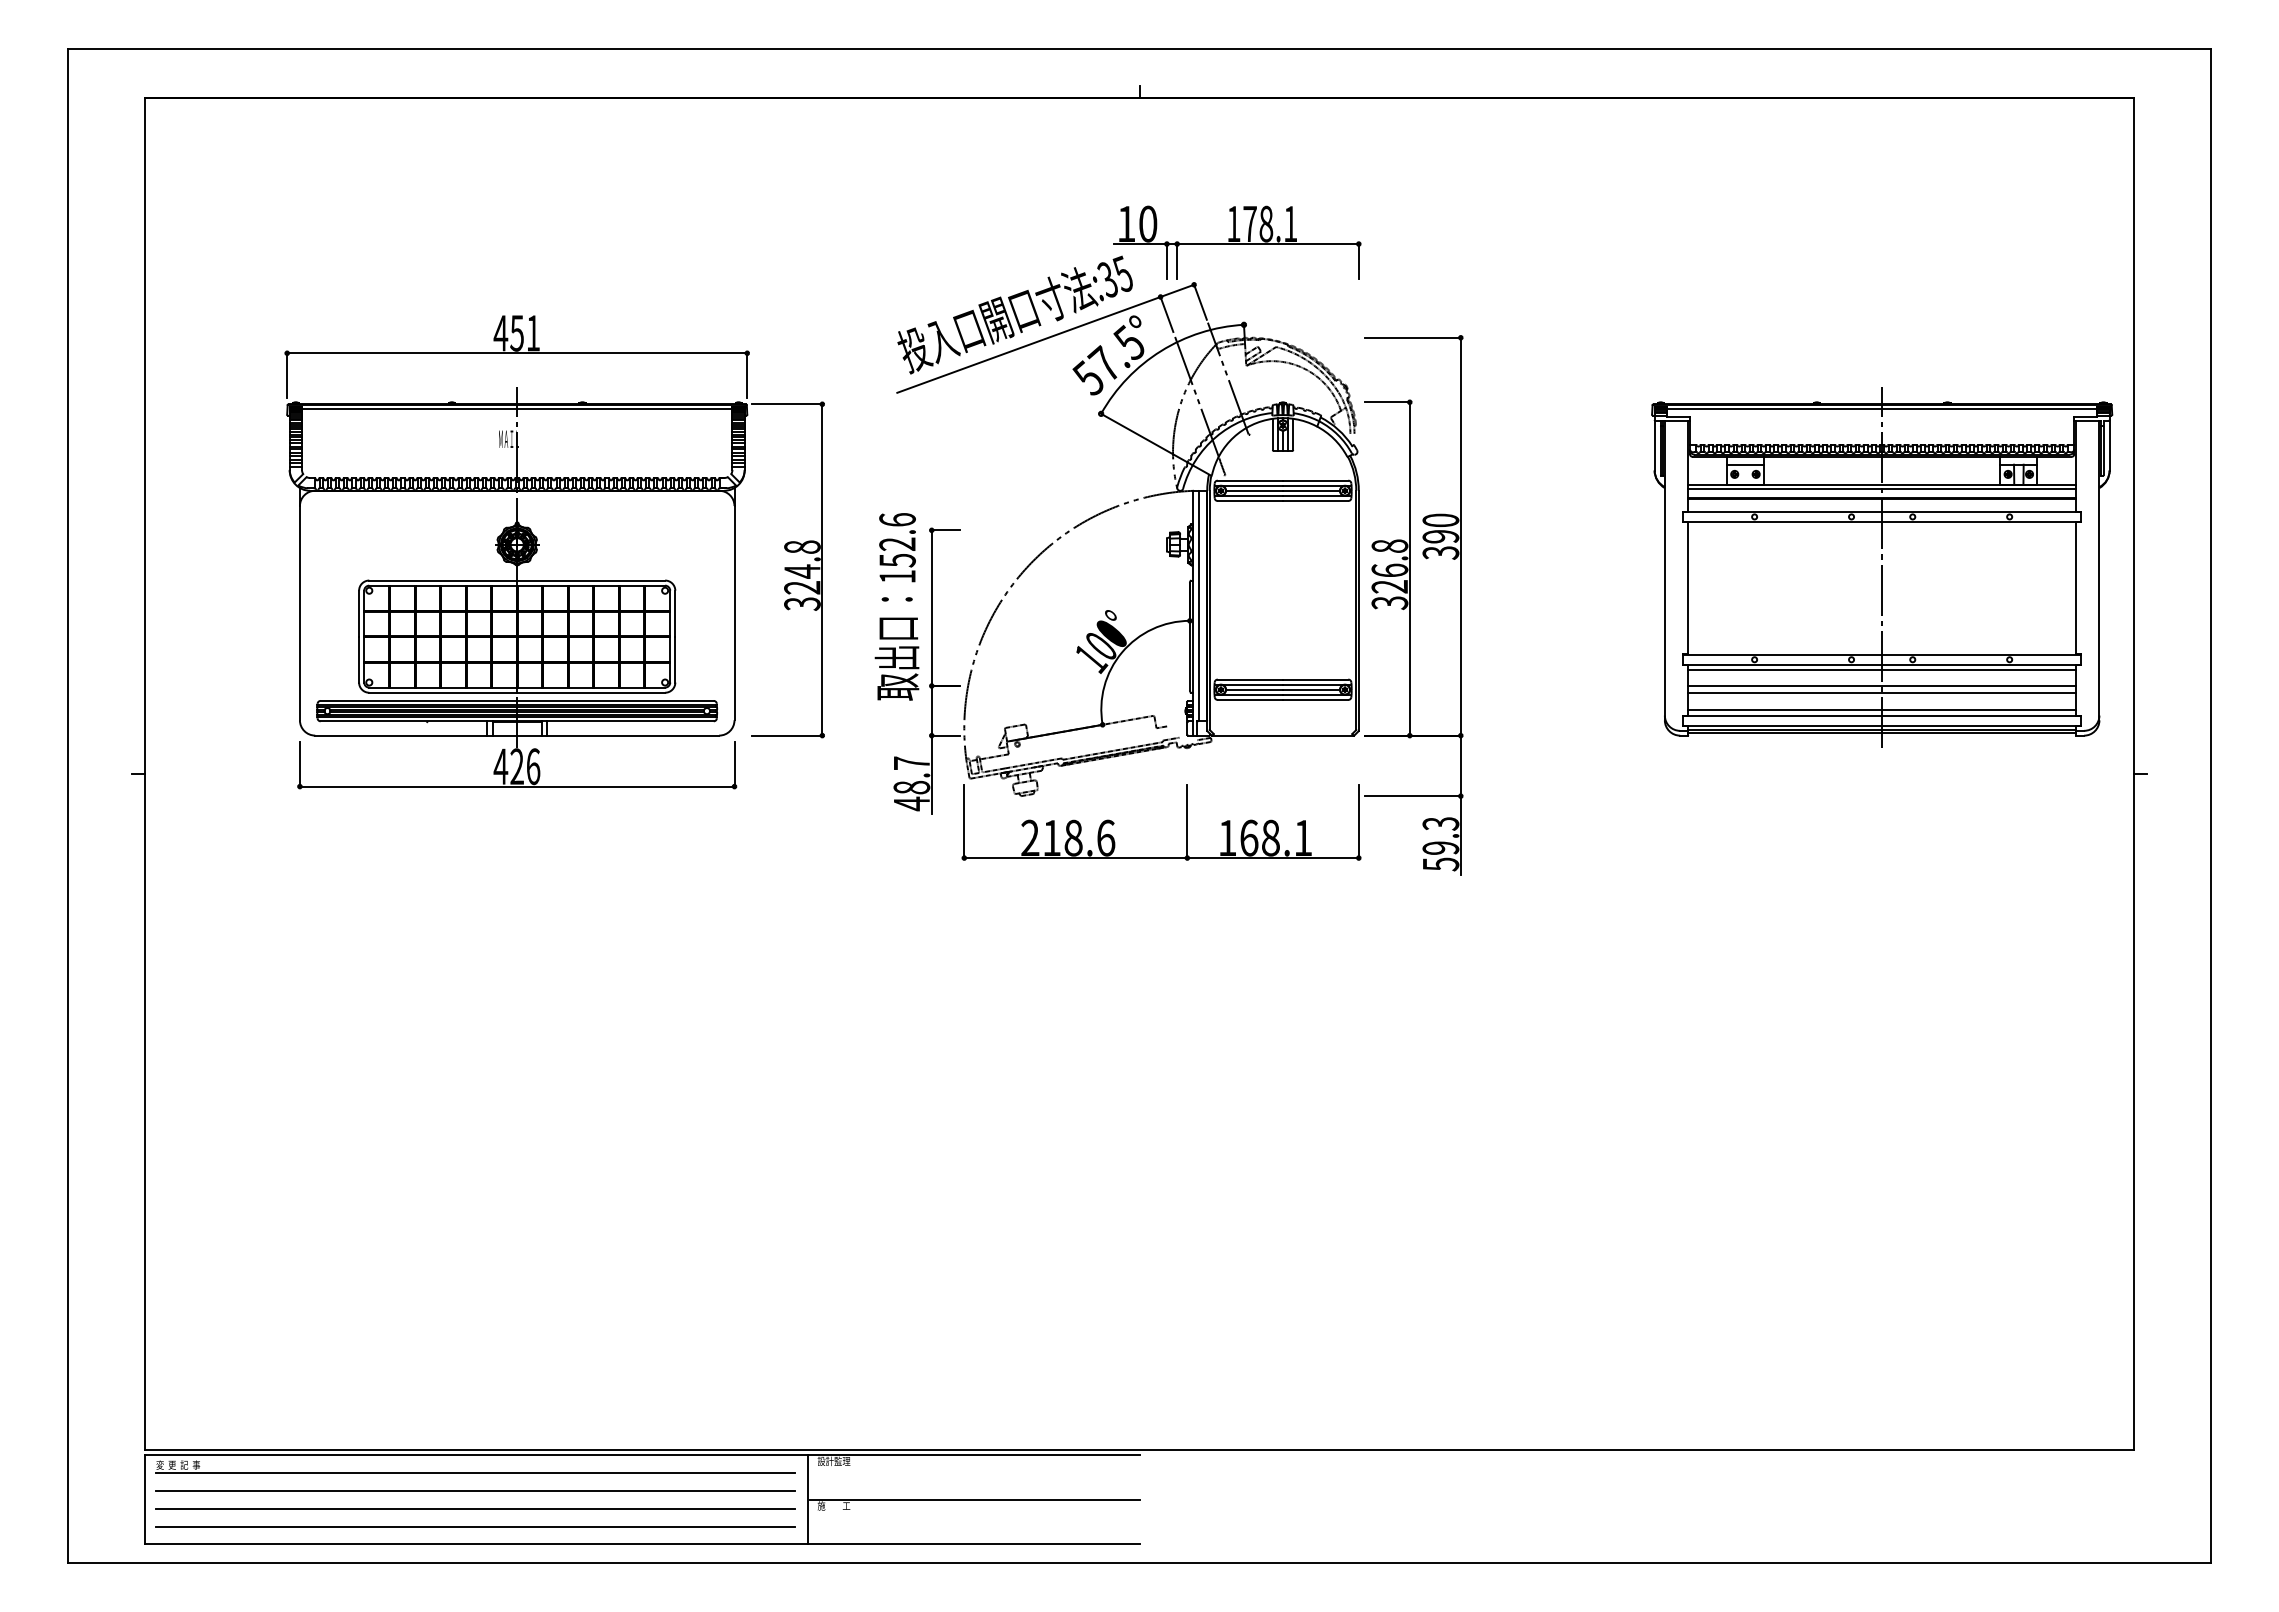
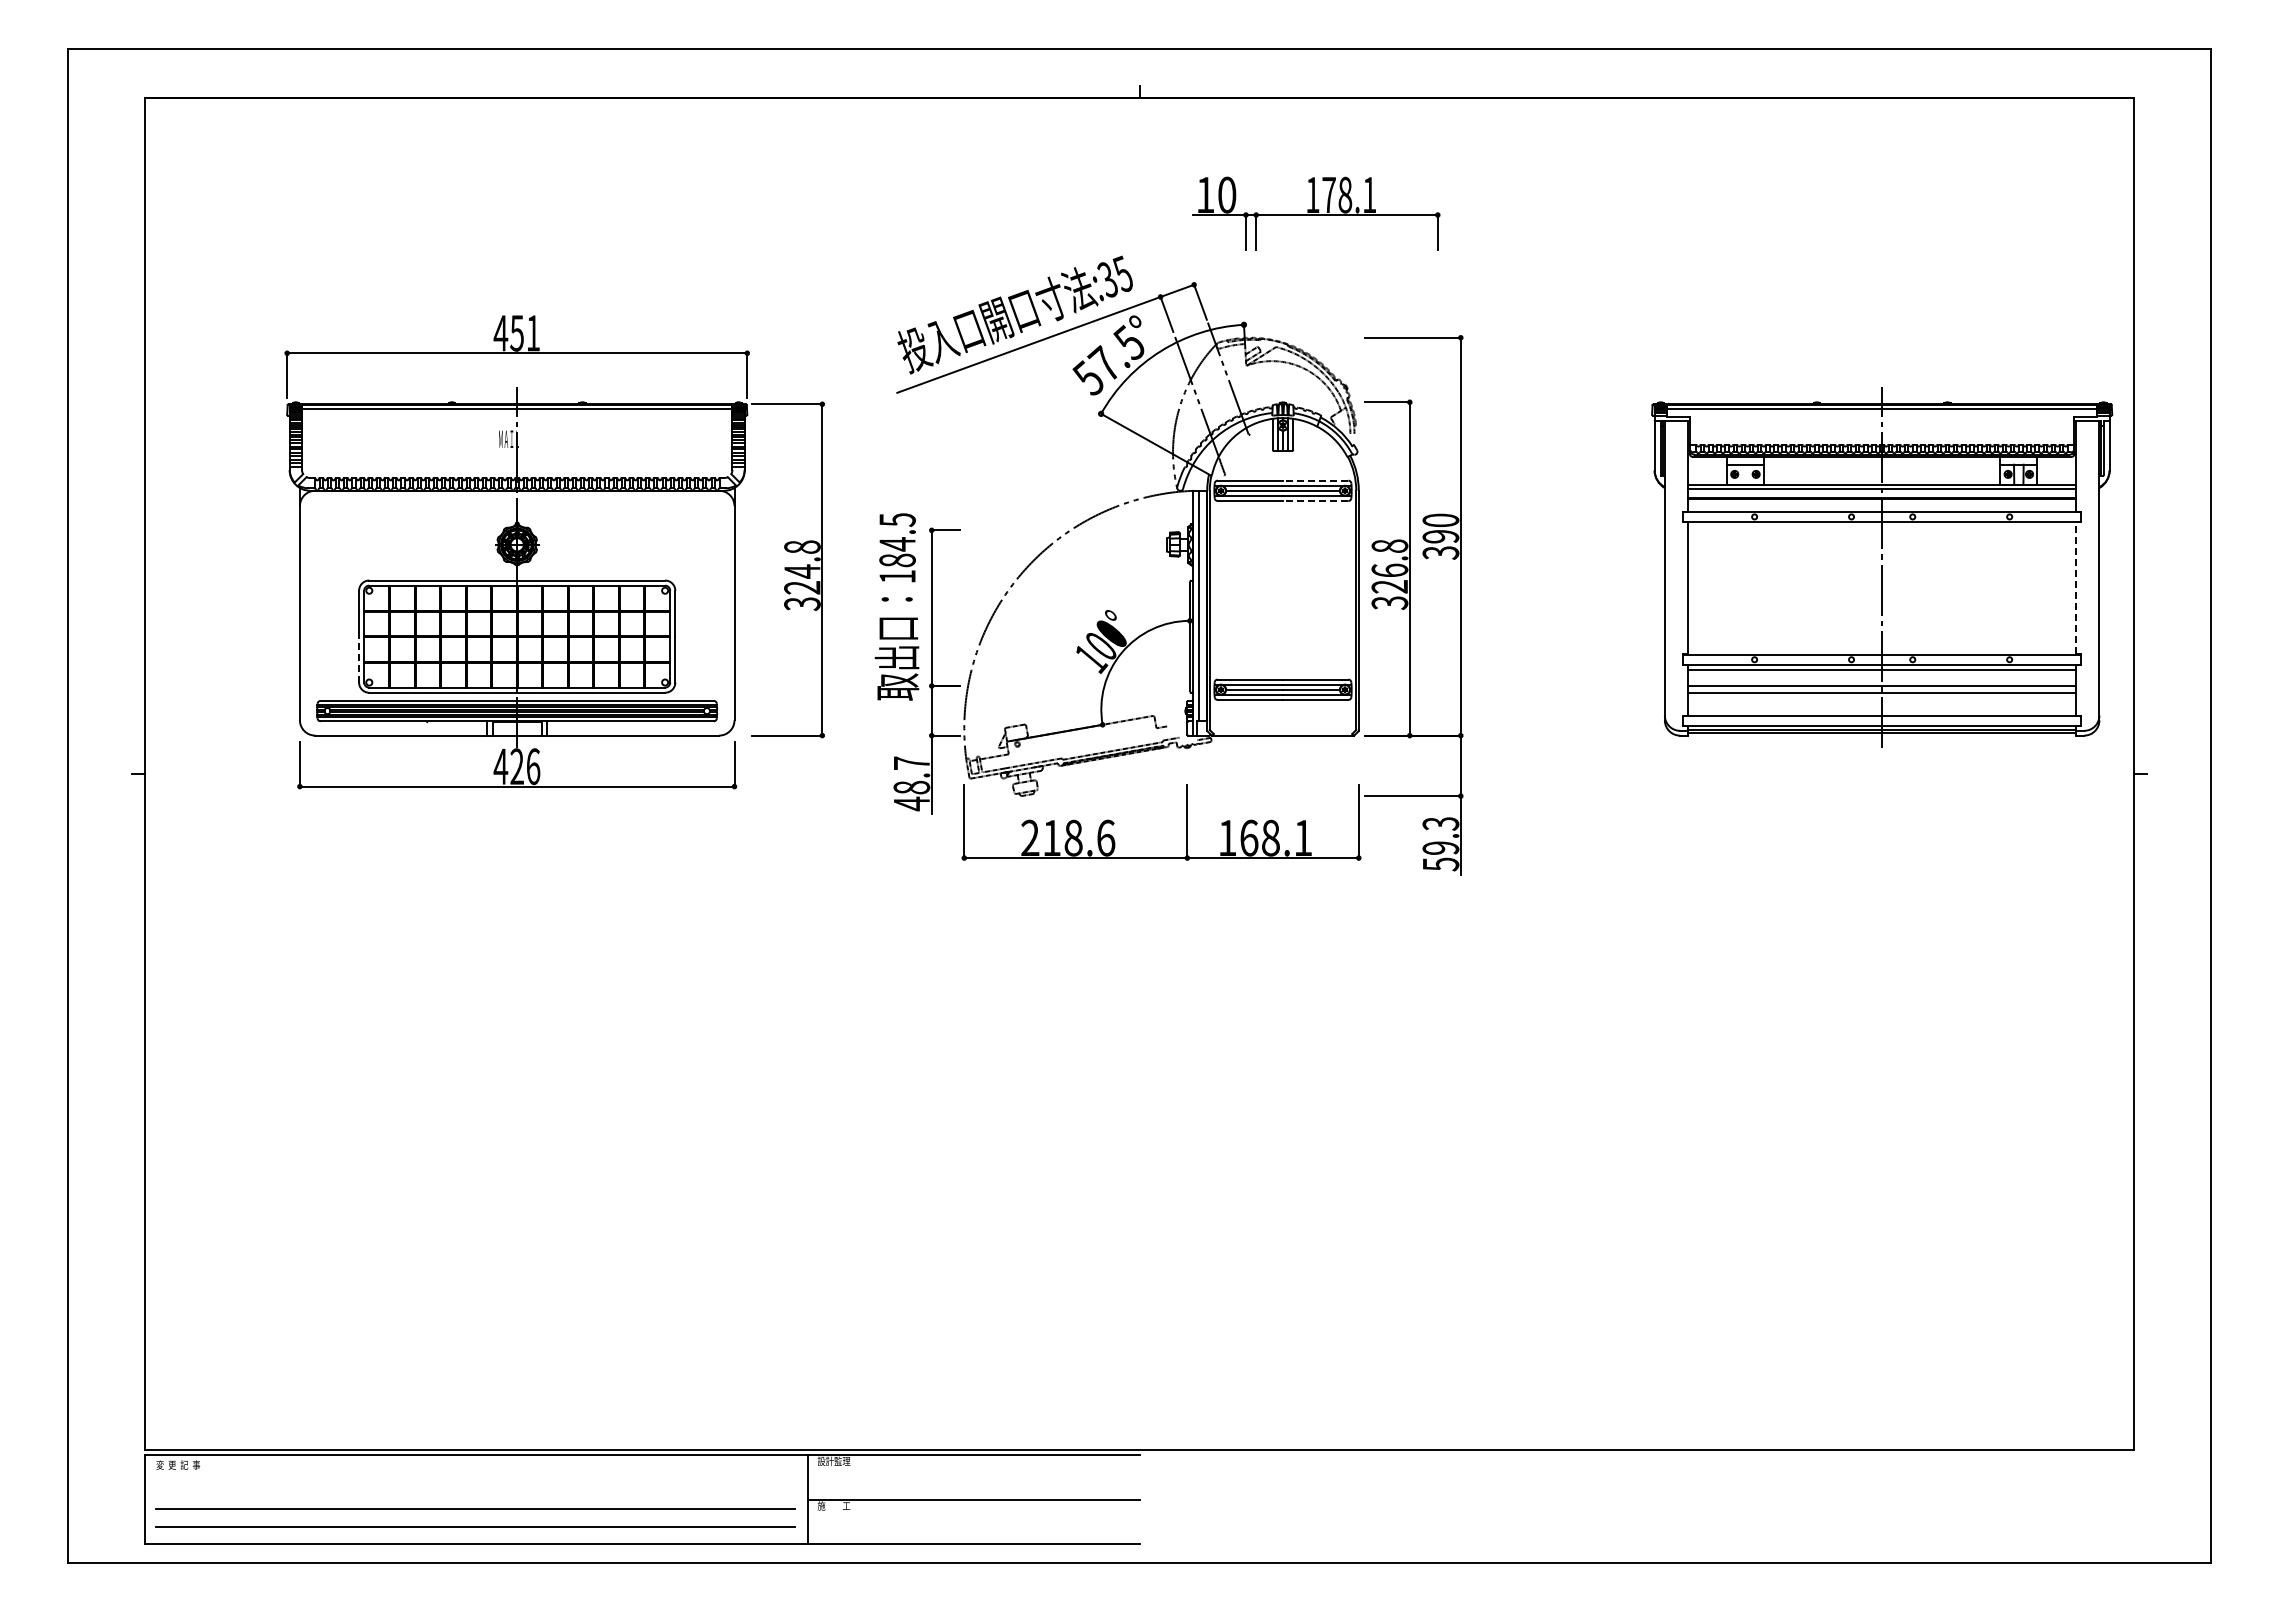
part at (1237, 242) position: (1237, 242) -> (1316, 213)
line at (1315, 480): solid -> dashed
line at (1315, 501): solid -> dashed
text at (897, 540): 152.6 -> 184.5
line at (2075, 588): solid -> dashed
line at (359, 659): solid -> dashed
line at (1881, 709): present -> none
line at (475, 1472): present -> none
line at (475, 1490): present -> none
